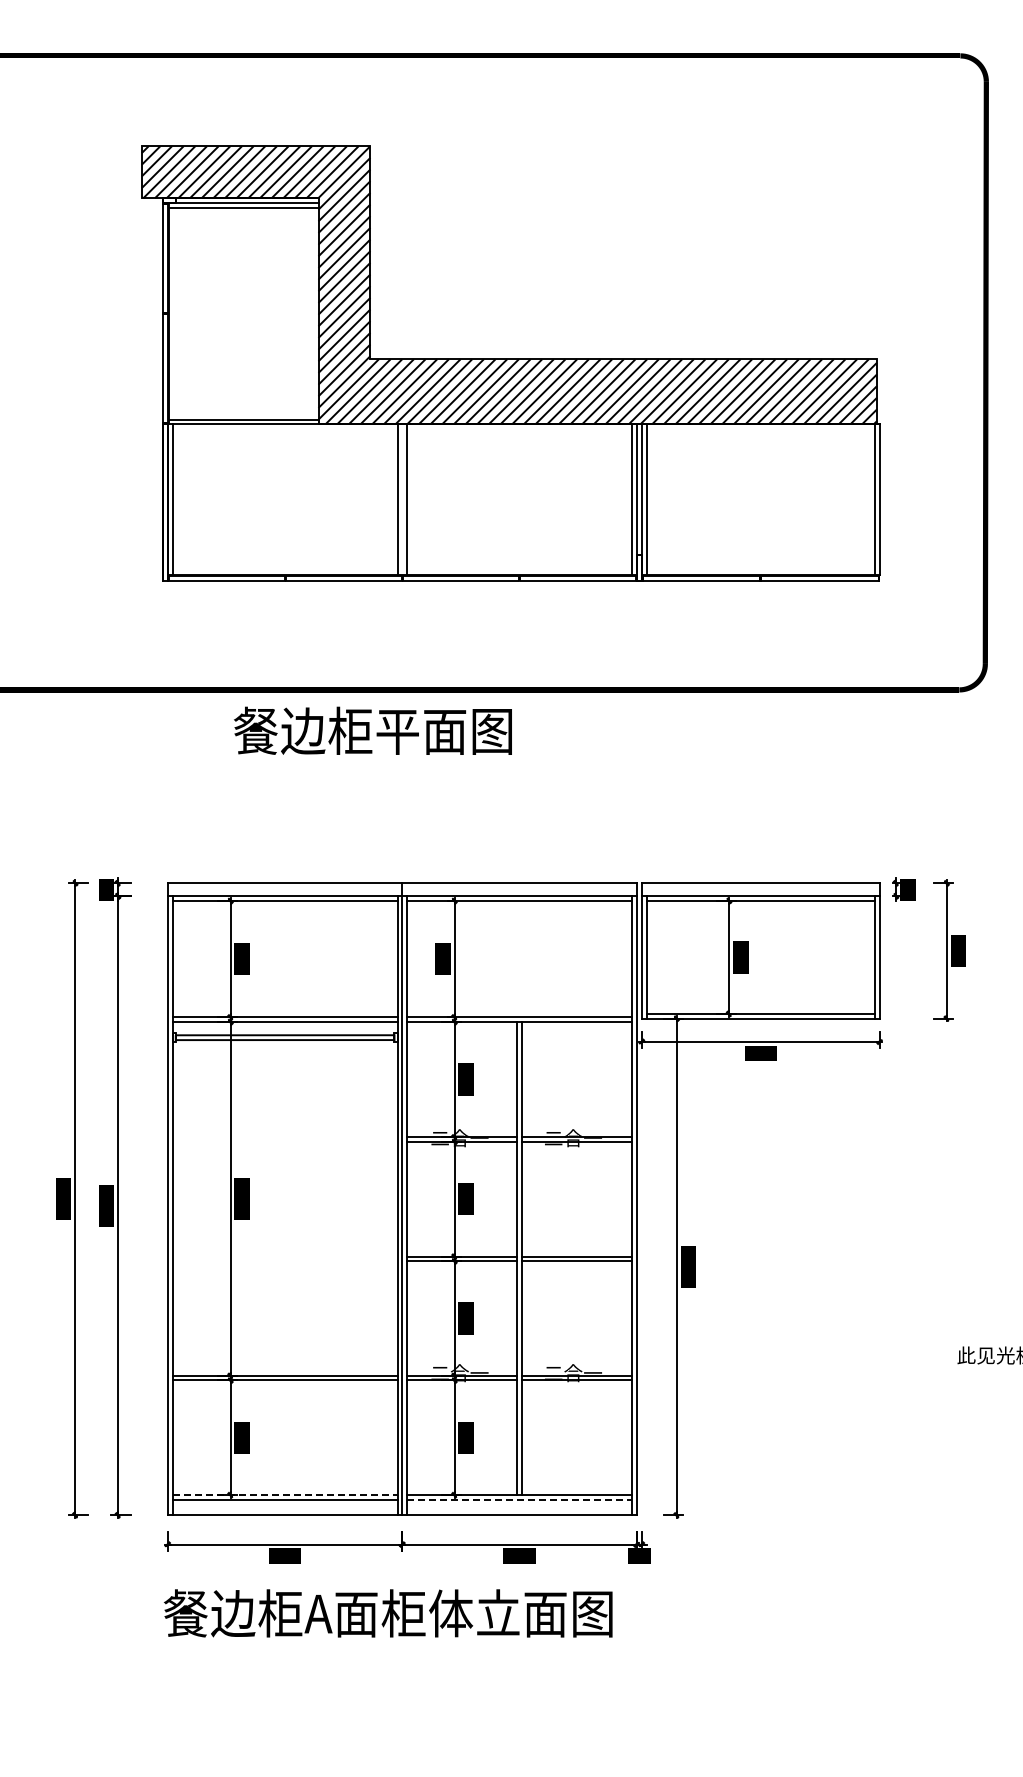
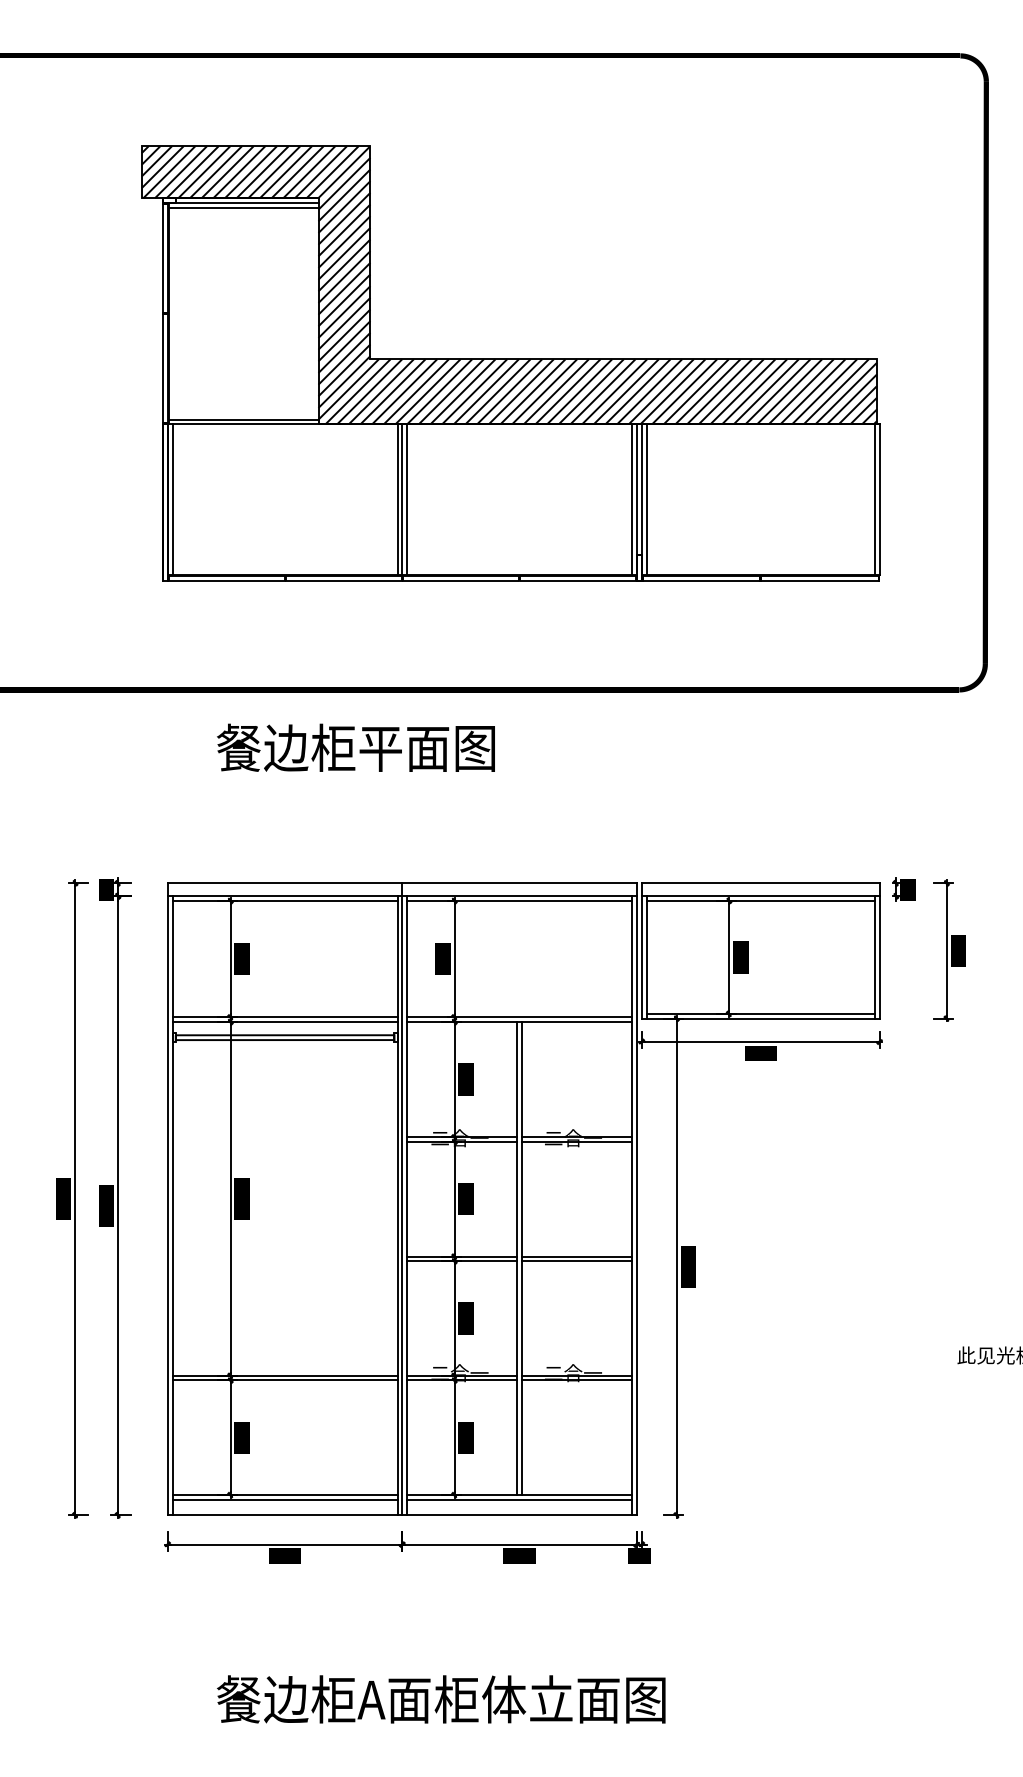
line at (402, 499): none -> present
text at (372, 730) position: (372, 730) -> (355, 747)
line at (285, 1495): dashed -> solid
line at (520, 1499): dashed -> solid
text at (388, 1613) position: (388, 1613) -> (441, 1699)
